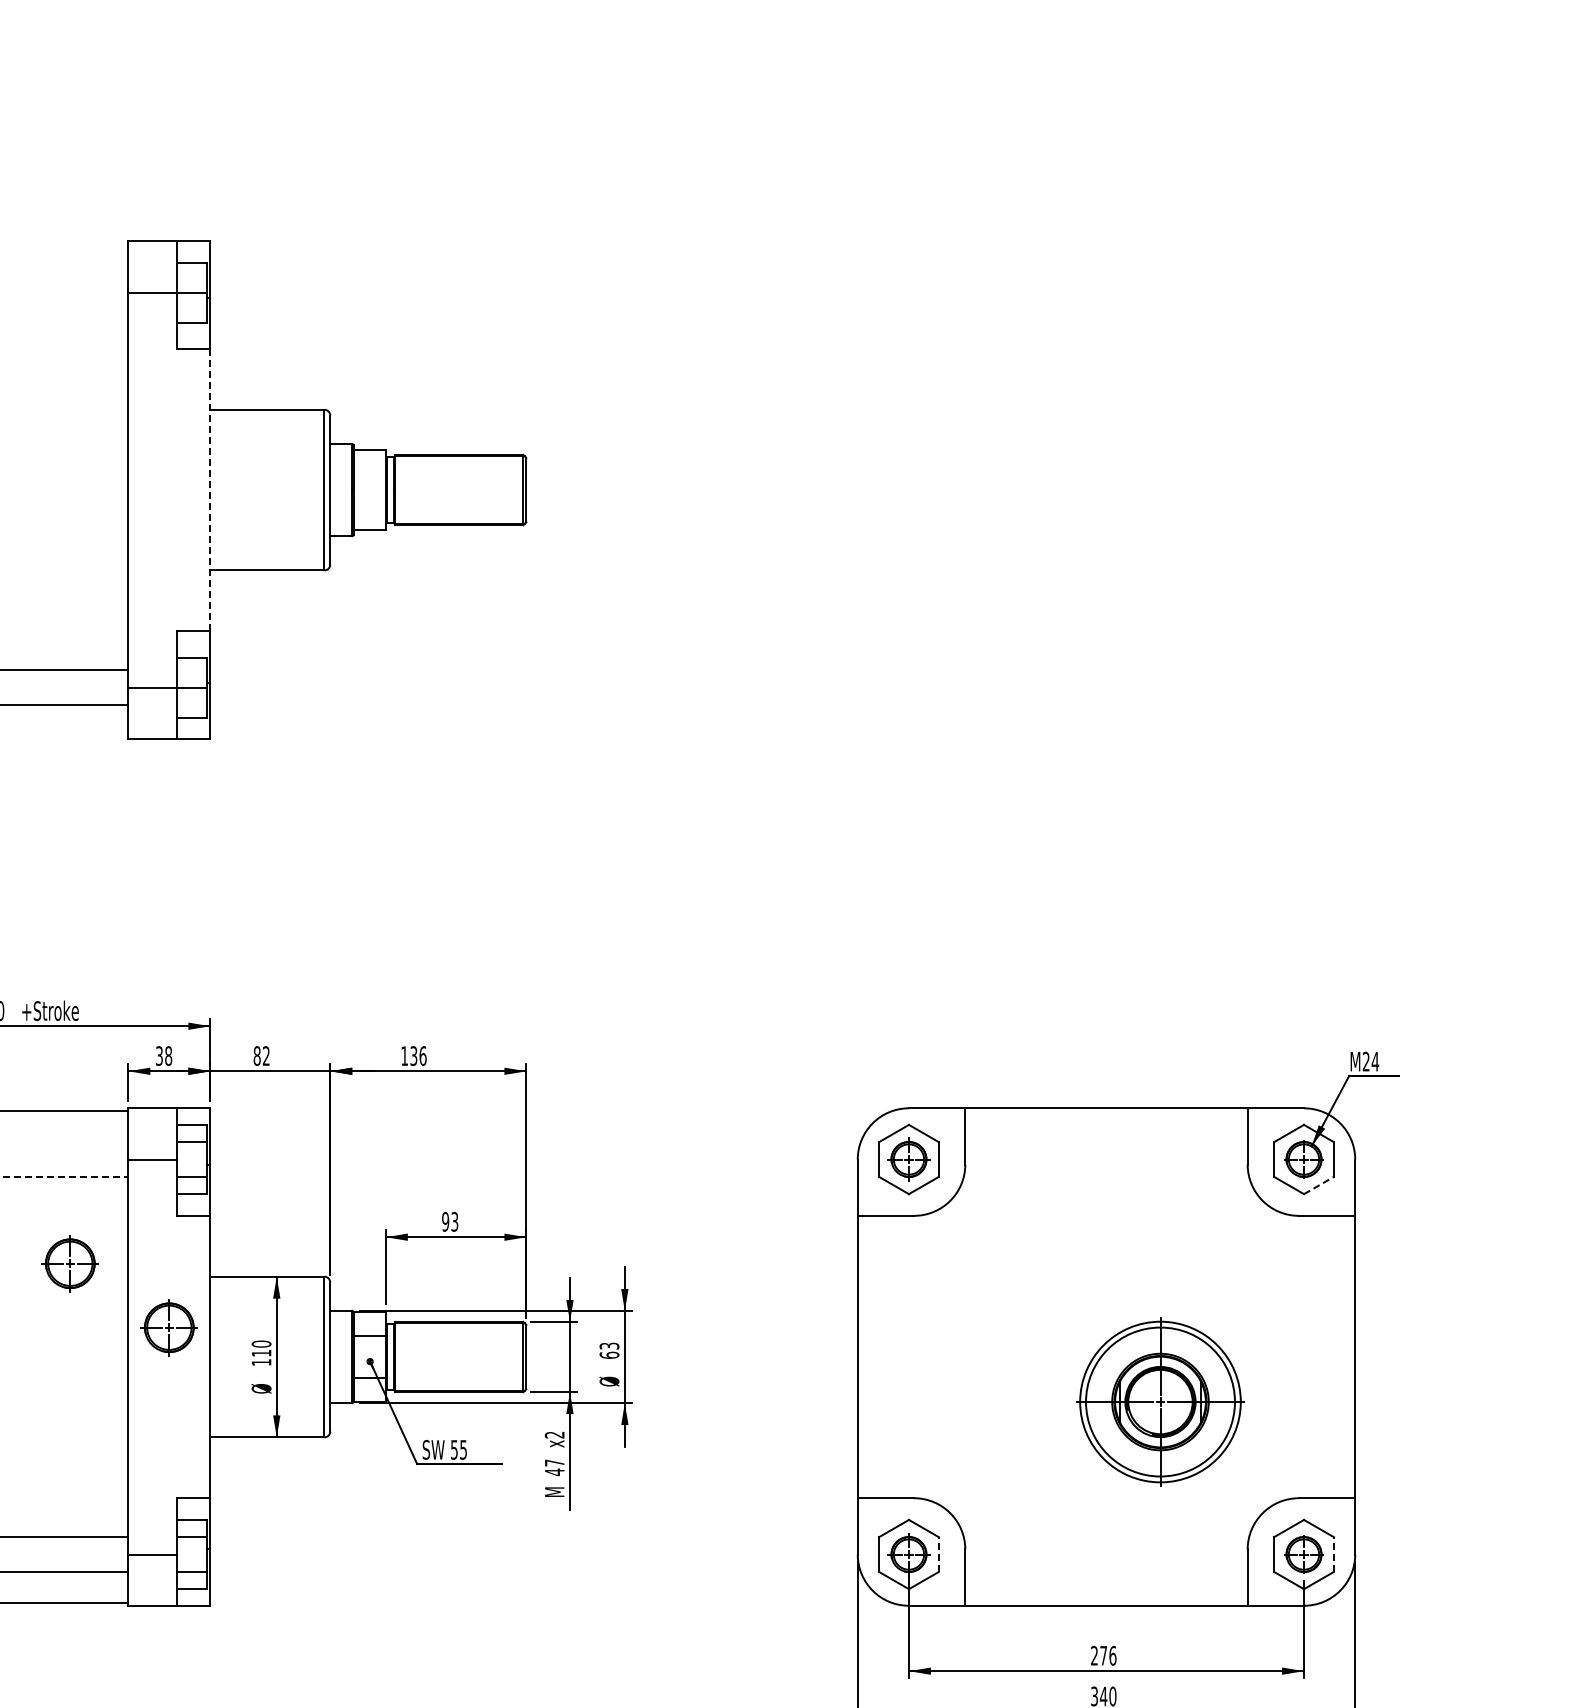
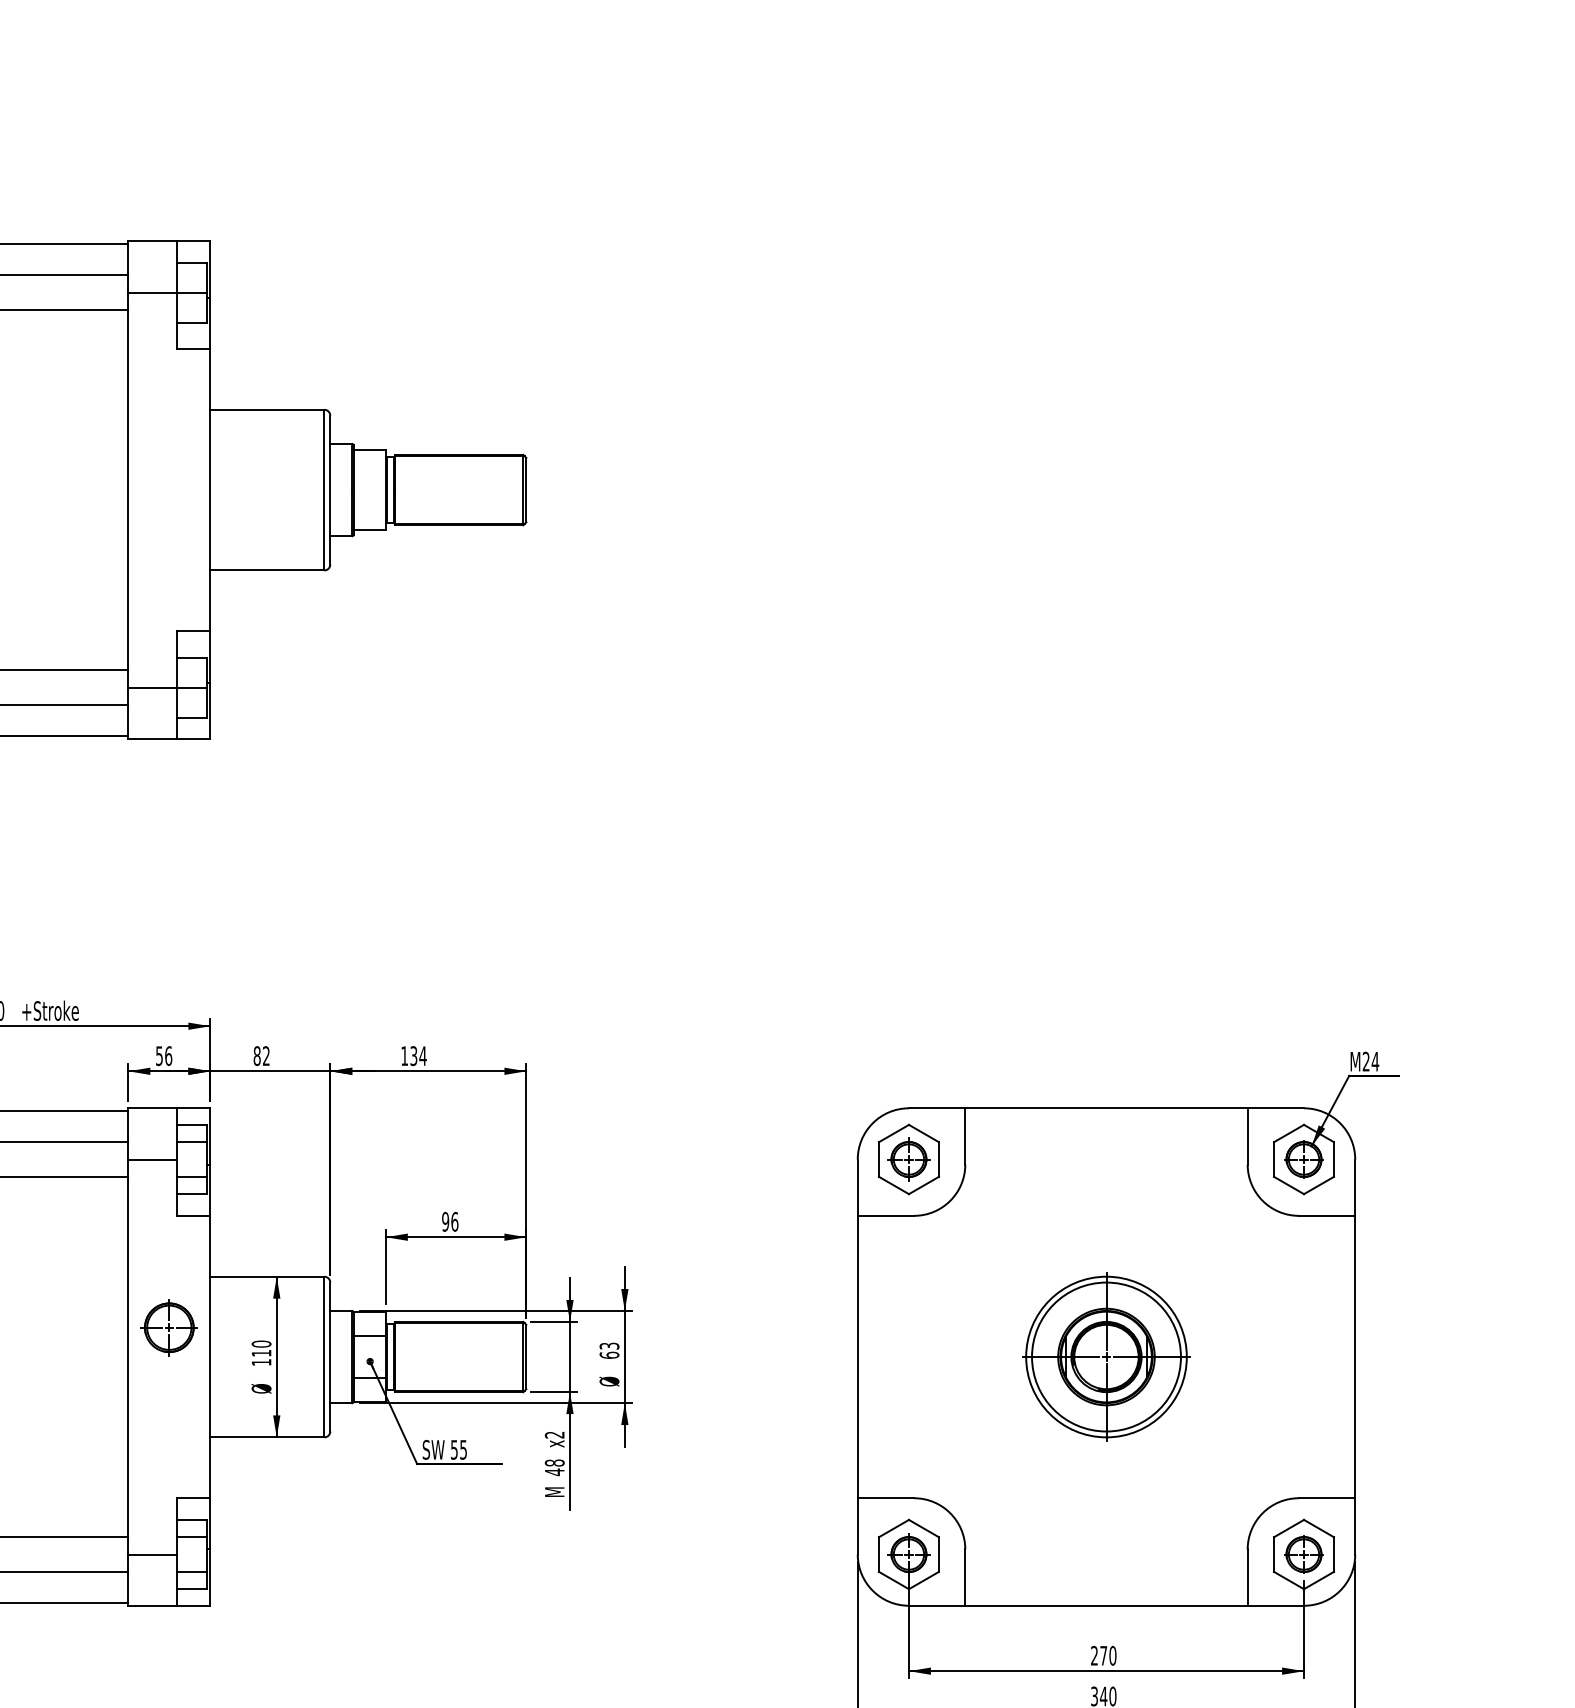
line at (65, 244): none -> present
line at (65, 275): none -> present
line at (65, 310): none -> present
line at (210, 489): dashed -> solid
line at (65, 735): none -> present
text at (164, 1055): 38 -> 56
text at (422, 1056): 136 -> 134
line at (65, 1141): none -> present
line at (64, 1177): dashed -> solid
line at (1319, 1185): dashed -> solid
text at (454, 1221): 93 -> 96
part at (69, 1263): present -> none
part at (1160, 1401) position: (1160, 1401) -> (1106, 1356)
text at (554, 1462): 47 -> 48
line at (938, 1554): dashed -> solid
line at (1334, 1554): dashed -> solid
text at (1112, 1655): 276 -> 270
